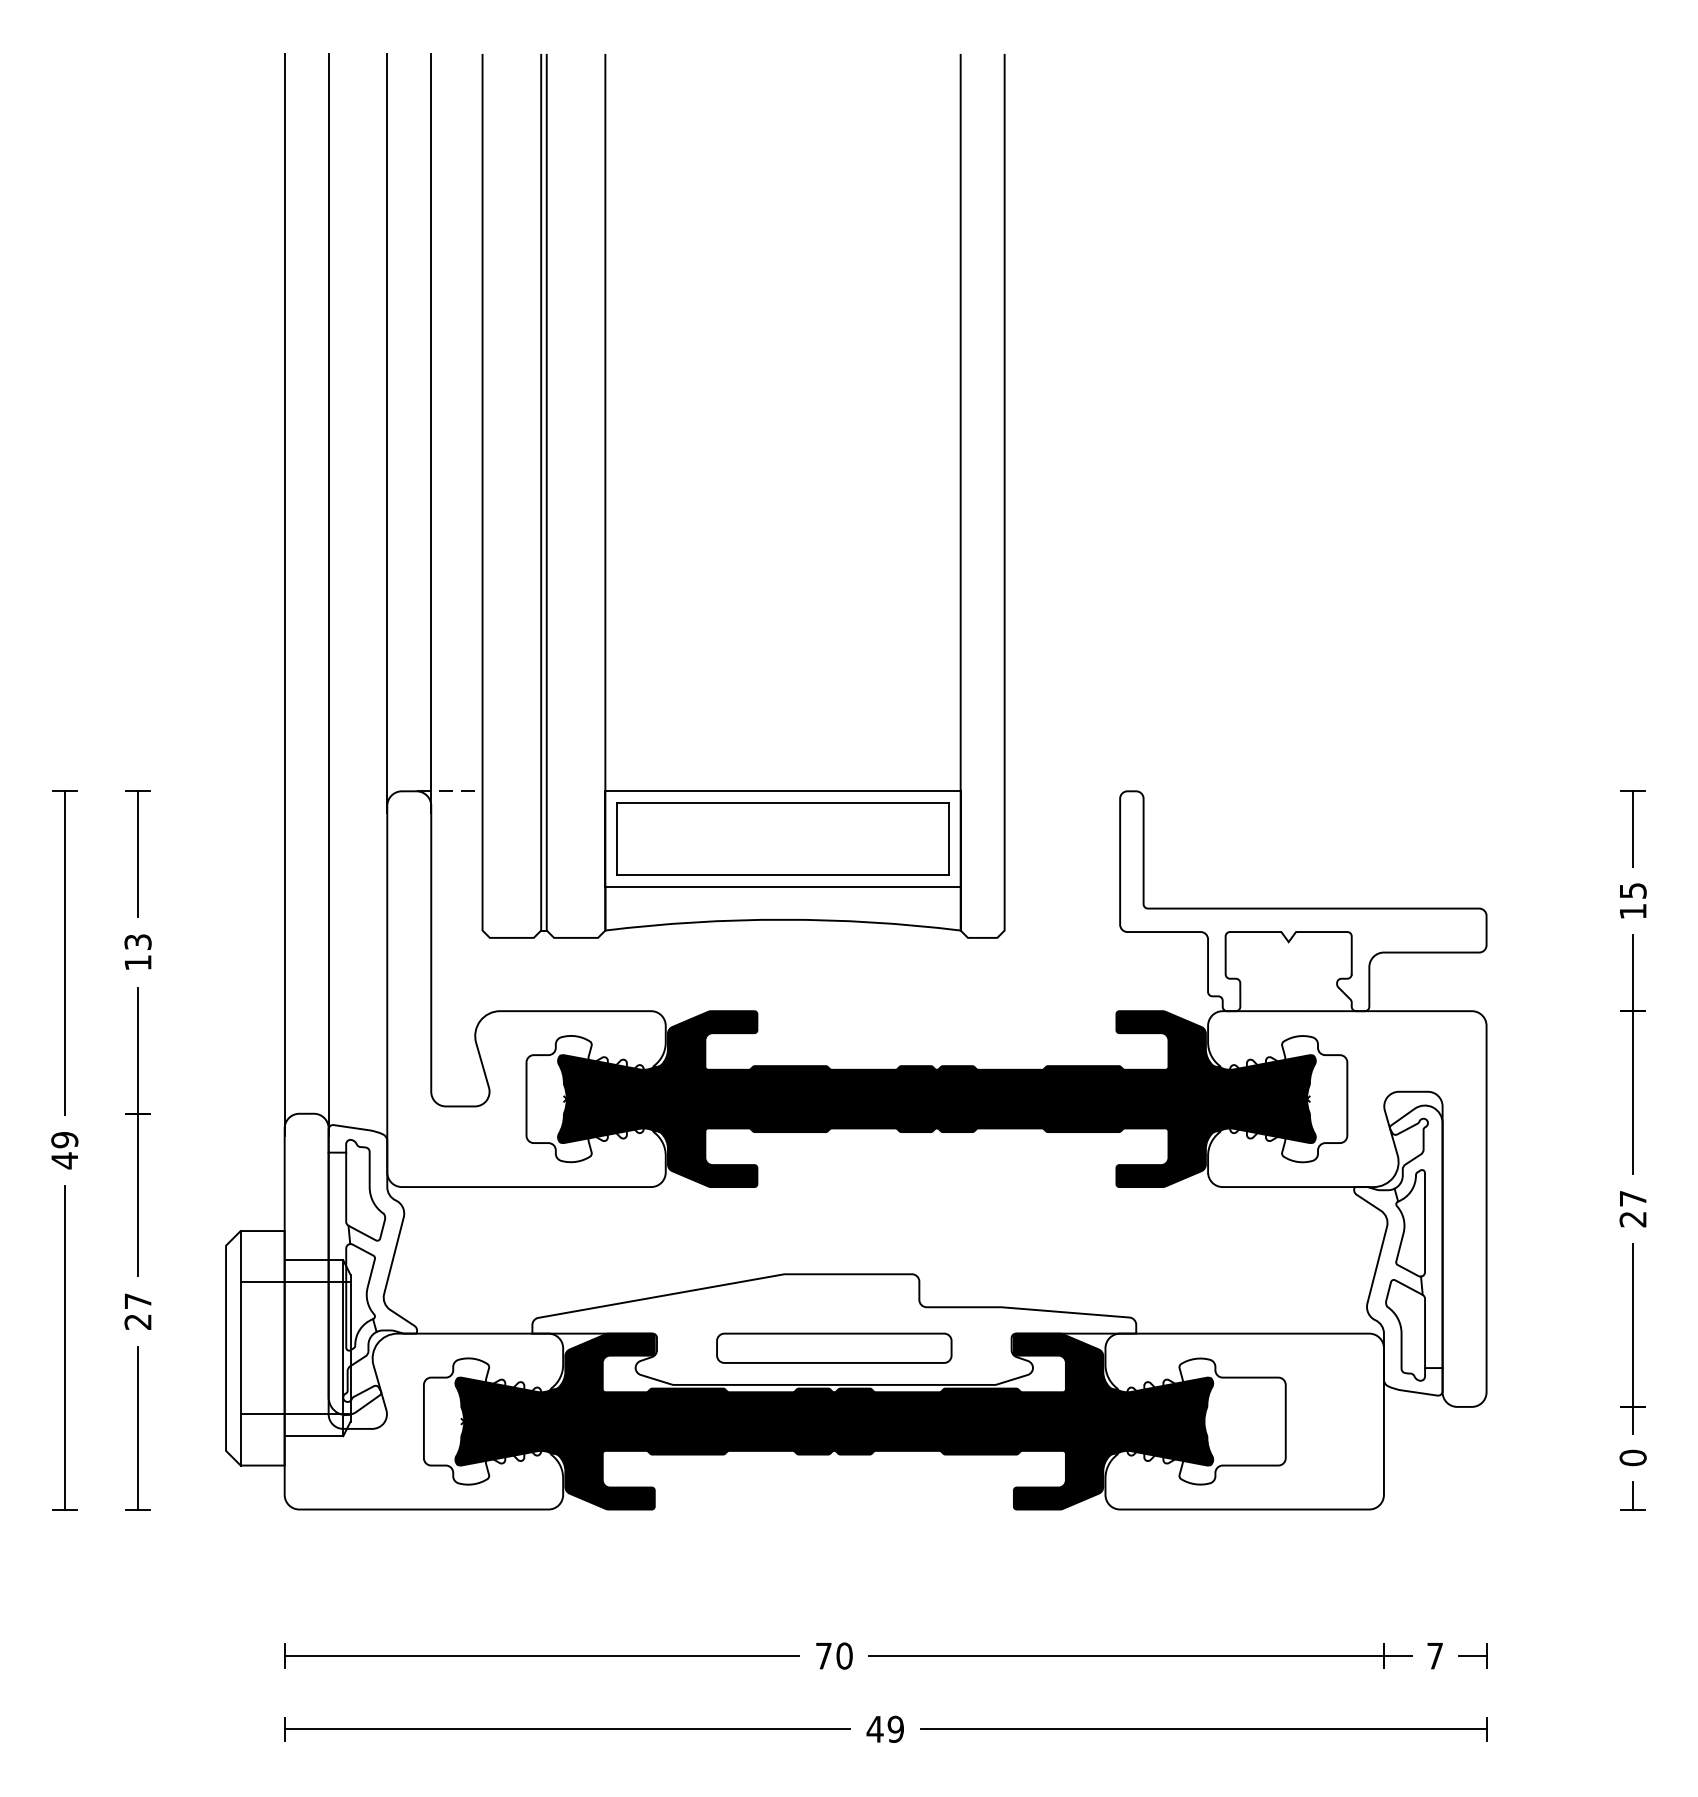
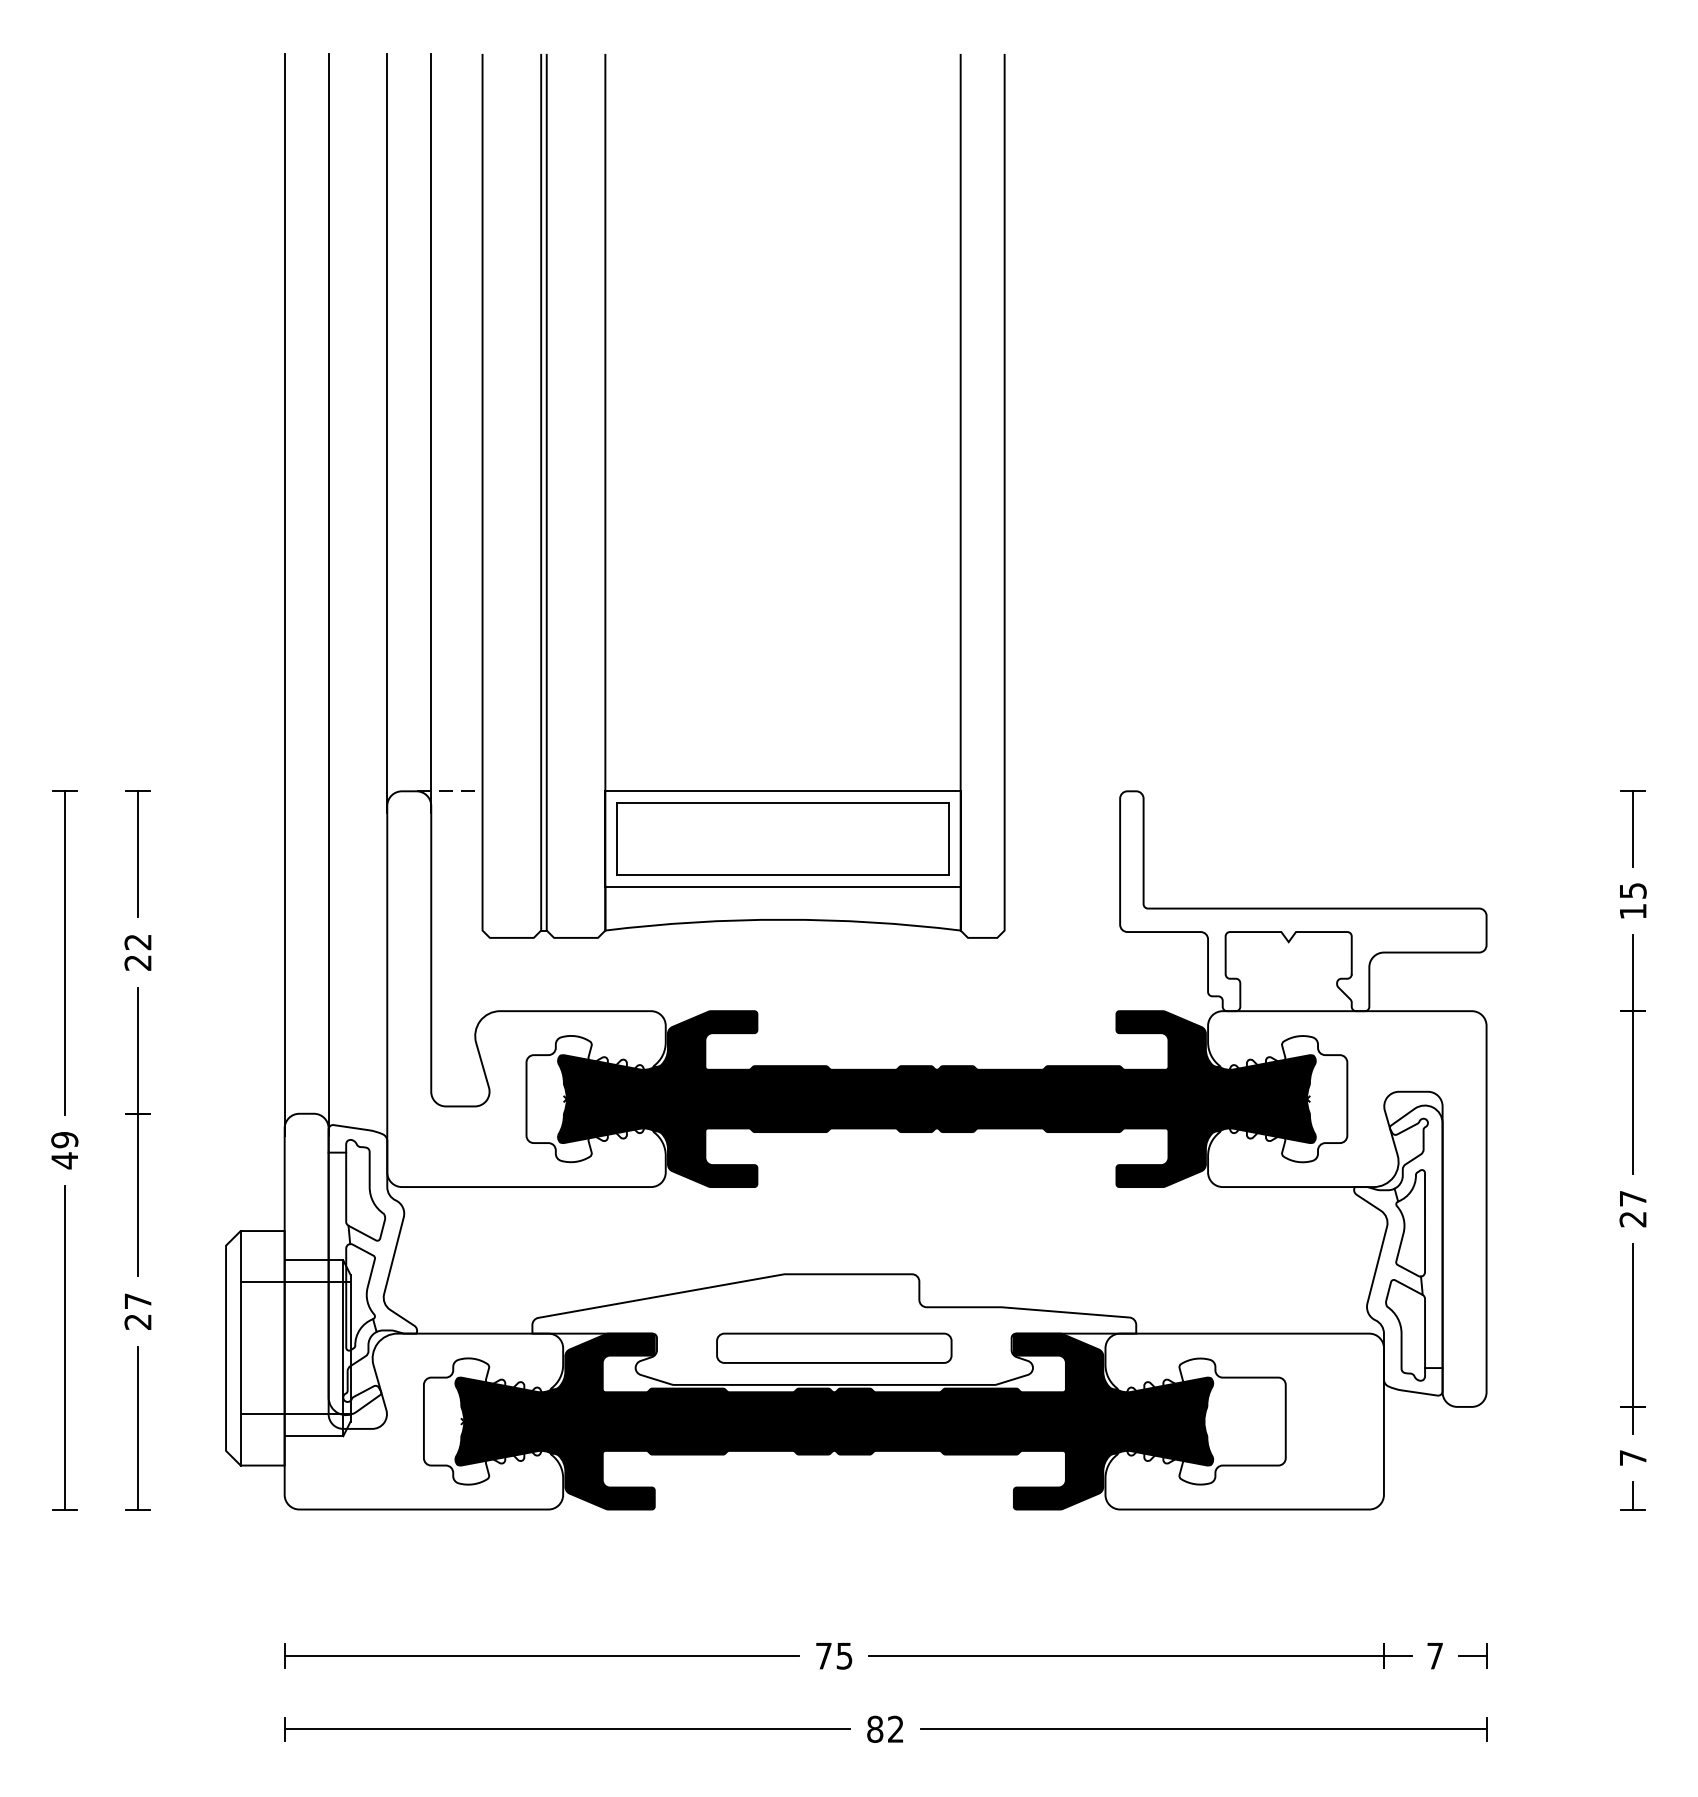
text at (137, 952): 13 -> 22
text at (1632, 1457): 0 -> 7
text at (844, 1655): 70 -> 75
text at (884, 1728): 49 -> 82
